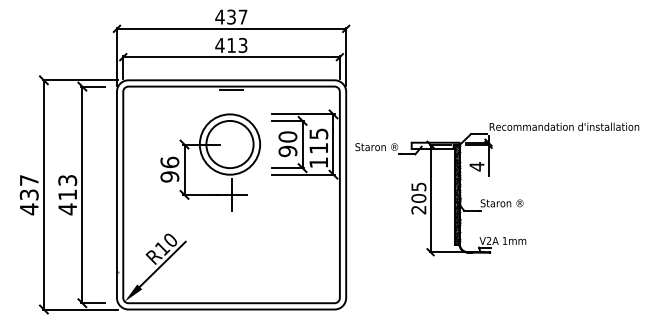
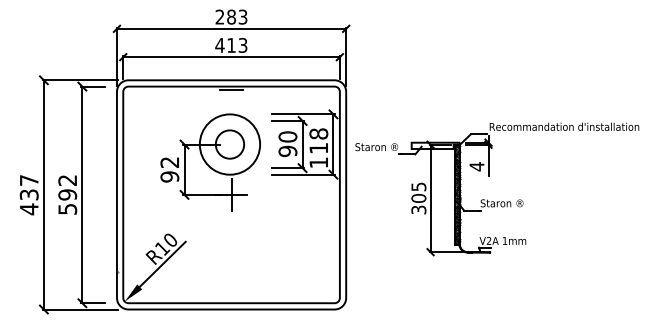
text at (231, 16): 437 -> 283
text at (318, 133): 115 -> 118
circle at (229, 144) diameter: 47 px -> 28 px
text at (169, 162): 96 -> 92
text at (67, 195): 413 -> 592
text at (418, 209): 205 -> 305
